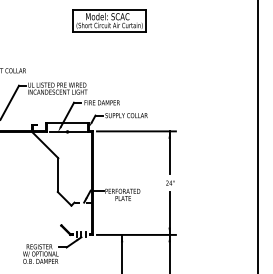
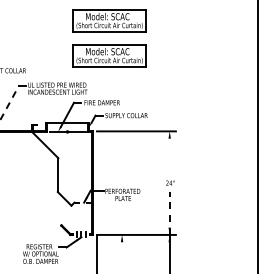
part at (109, 55): none -> present
line at (9, 102): solid -> dashed
line at (169, 152): present -> none
line at (169, 213): solid -> dashed
line at (122, 252) position: (122, 252) -> (97, 252)
